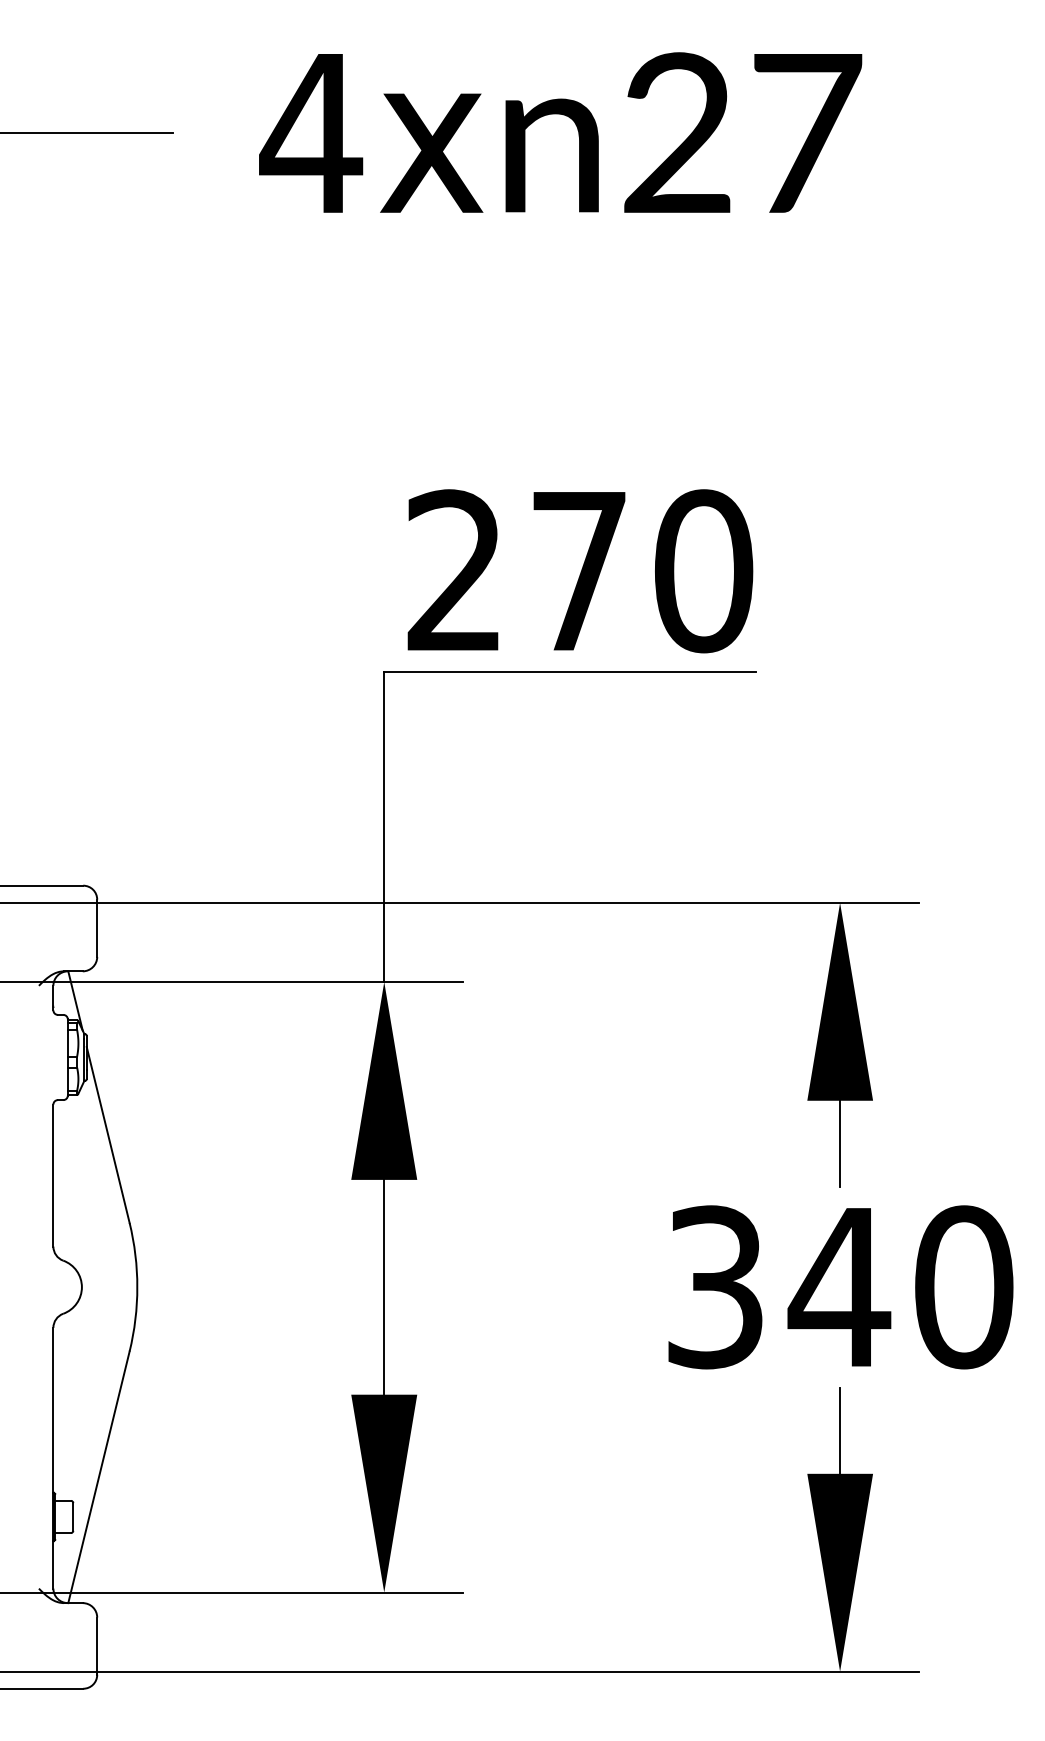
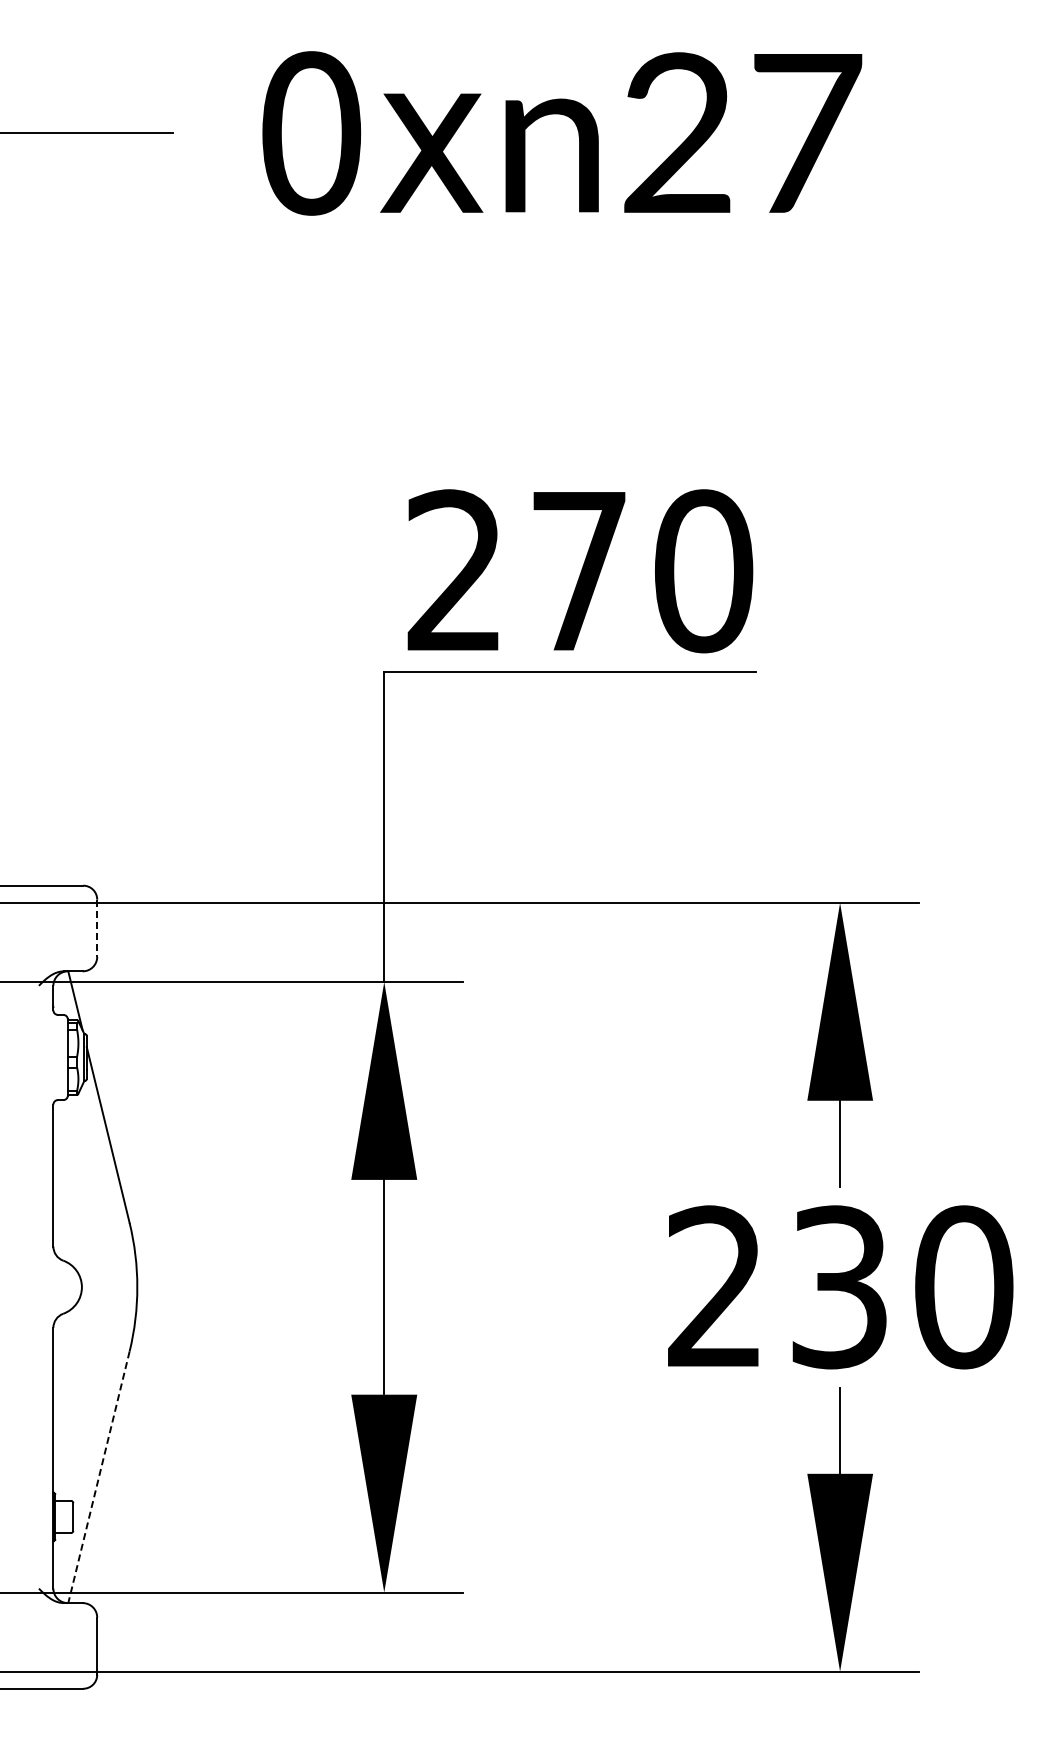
text at (311, 133): 4x -> 0x
line at (97, 929): solid -> dashed
text at (779, 1287): 340 -> 230
line at (98, 1477): solid -> dashed
